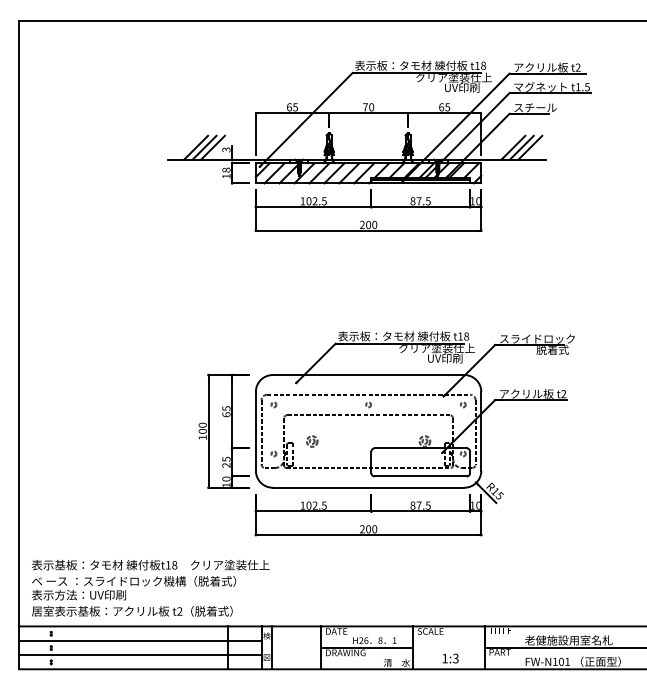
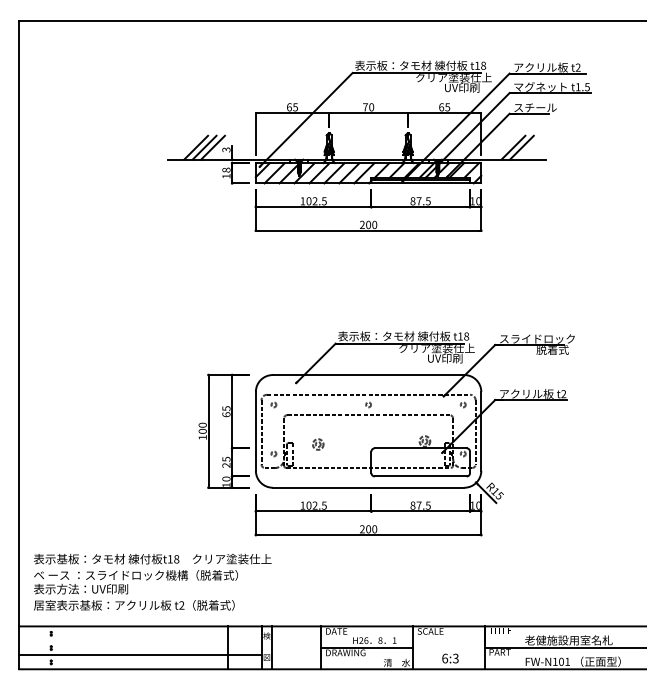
line at (530, 147): present -> none
part at (312, 441) position: (312, 441) -> (318, 444)
text at (150, 587) position: (150, 587) -> (152, 581)
line at (140, 640): present -> none
text at (445, 658): 1:3 -> 6:3
